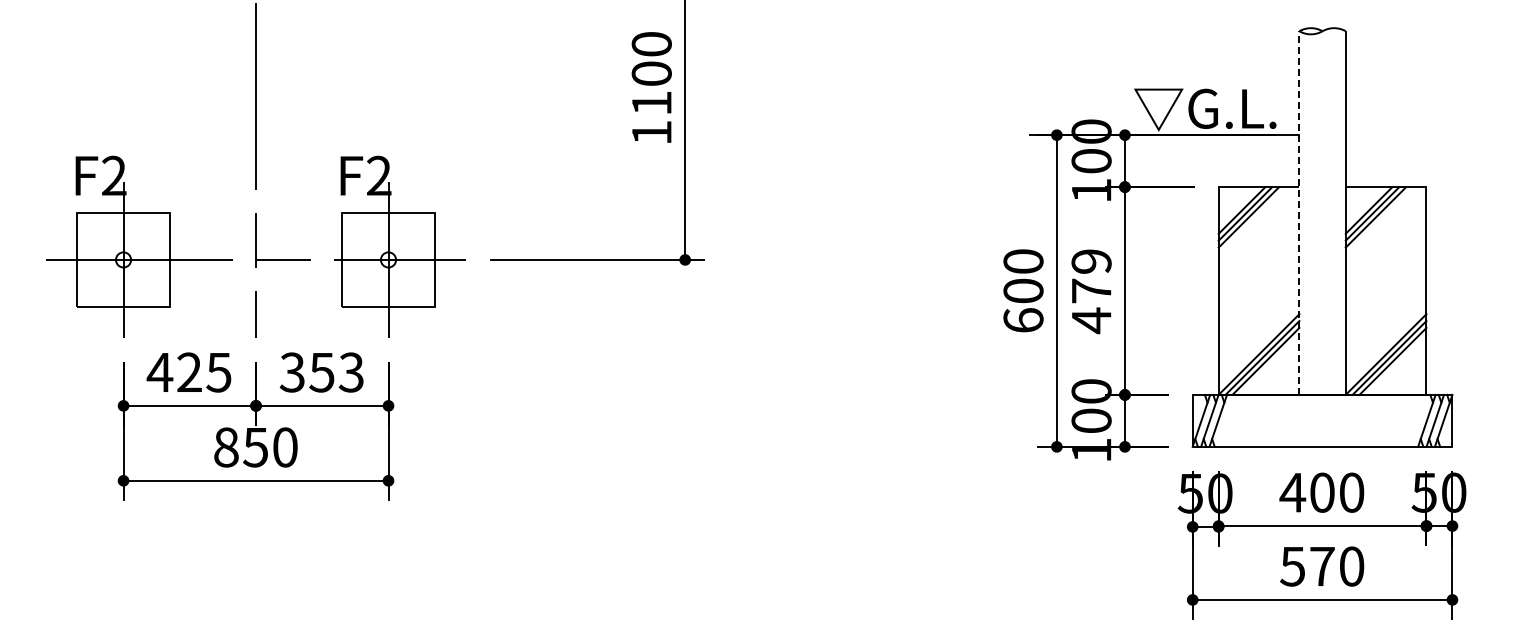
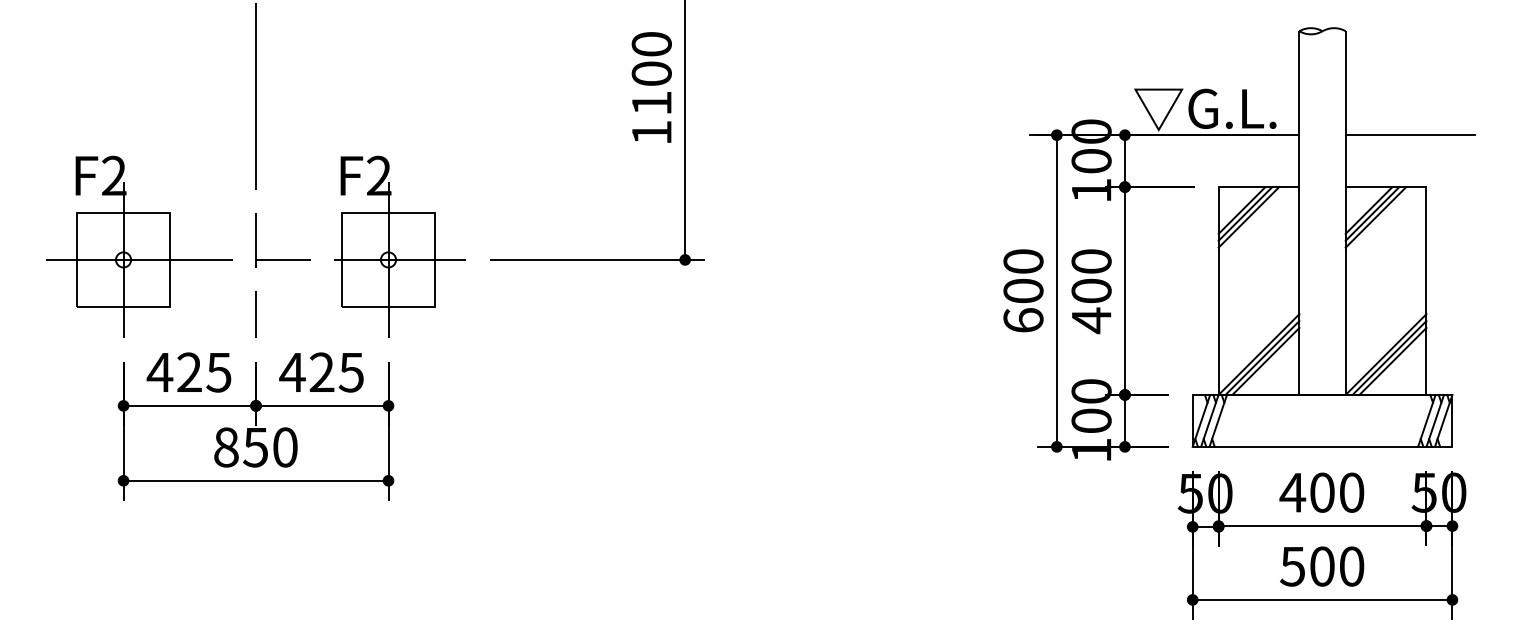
line at (1410, 135): none -> present
line at (1299, 213): dashed -> solid
text at (1091, 276): 479 -> 400
text at (321, 372): 353 -> 425
text at (1322, 566): 570 -> 500
